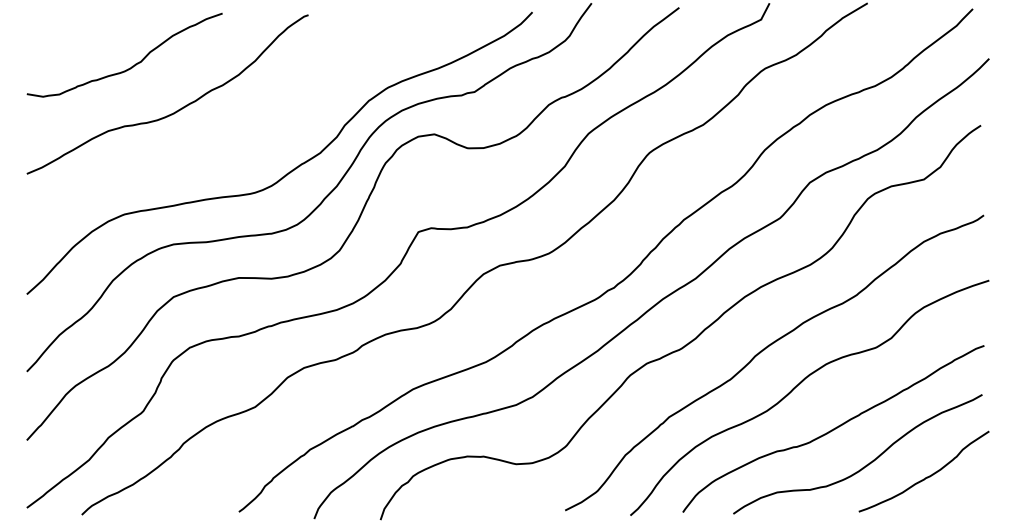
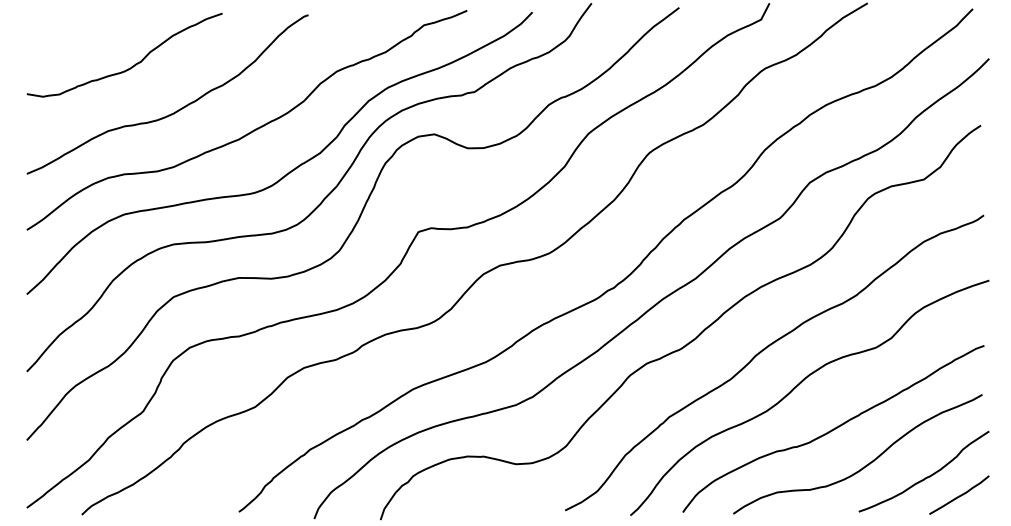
curve at (253, 129): none -> present
curve at (960, 494): none -> present
